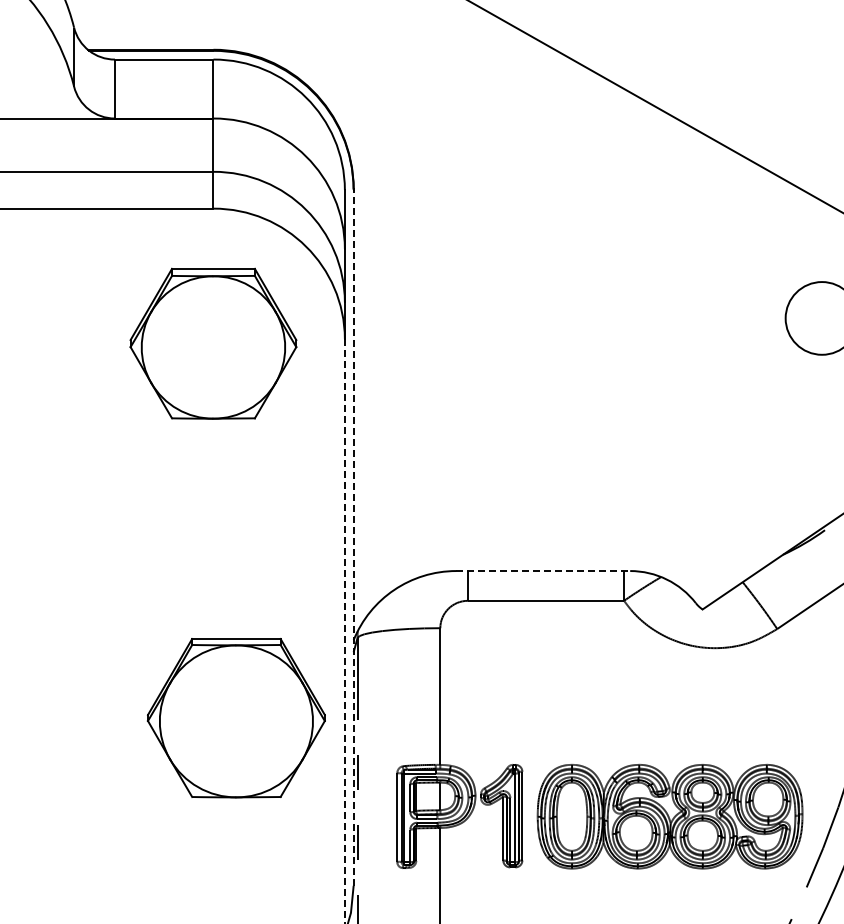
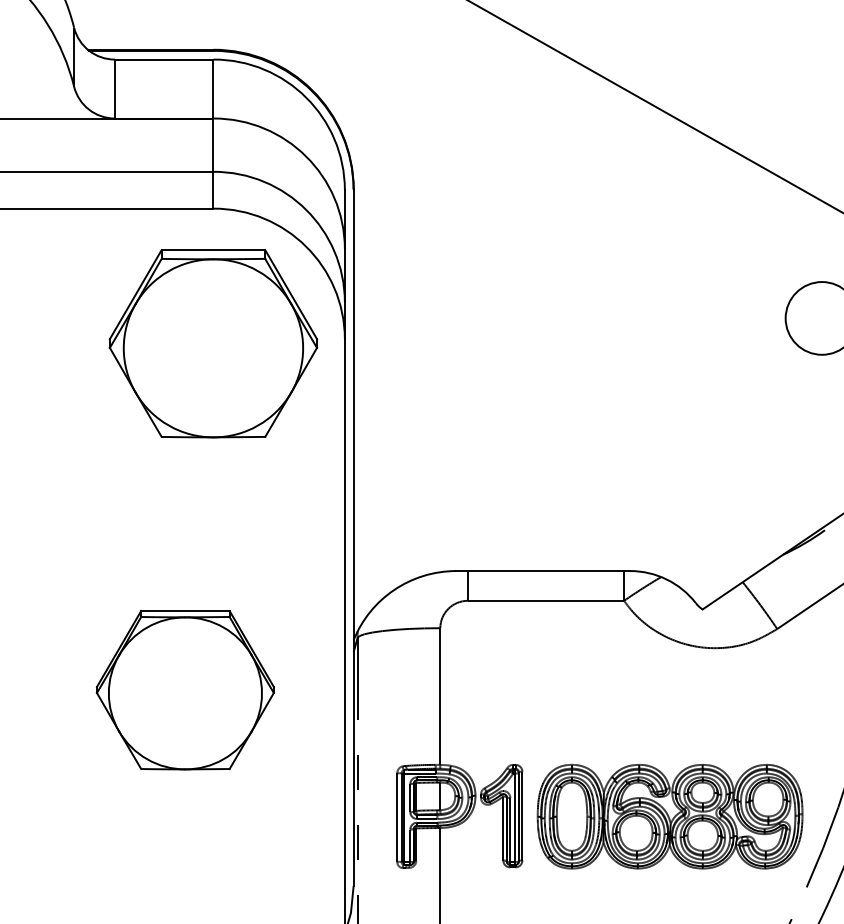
part at (213, 343) size: 169x153 px -> 211x190 px
line at (353, 537): dashed -> solid
line at (543, 571): dashed -> solid
line at (344, 632): dashed -> solid
part at (236, 718) position: (236, 718) -> (185, 690)
